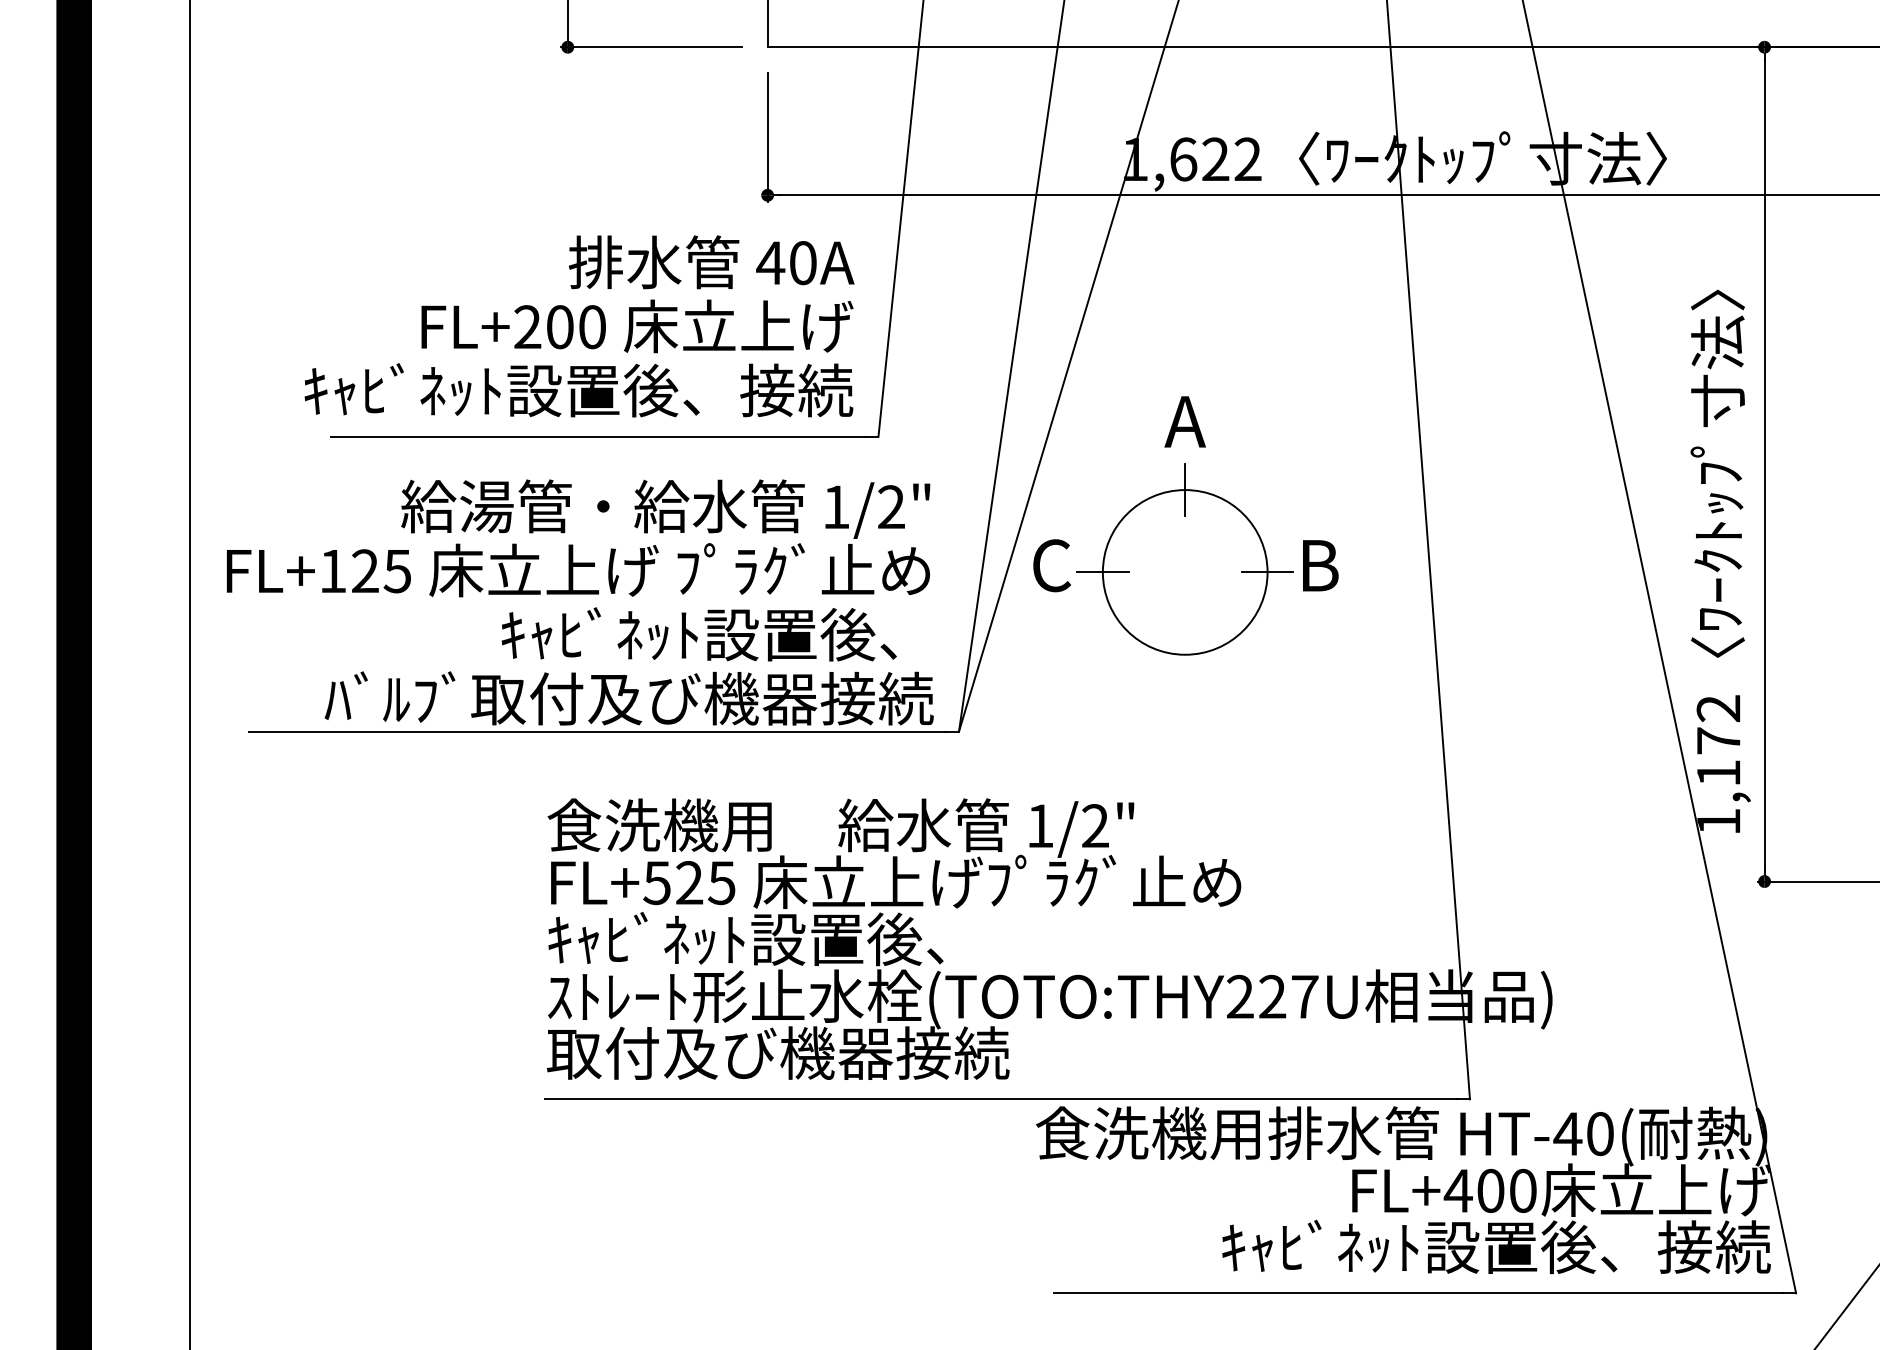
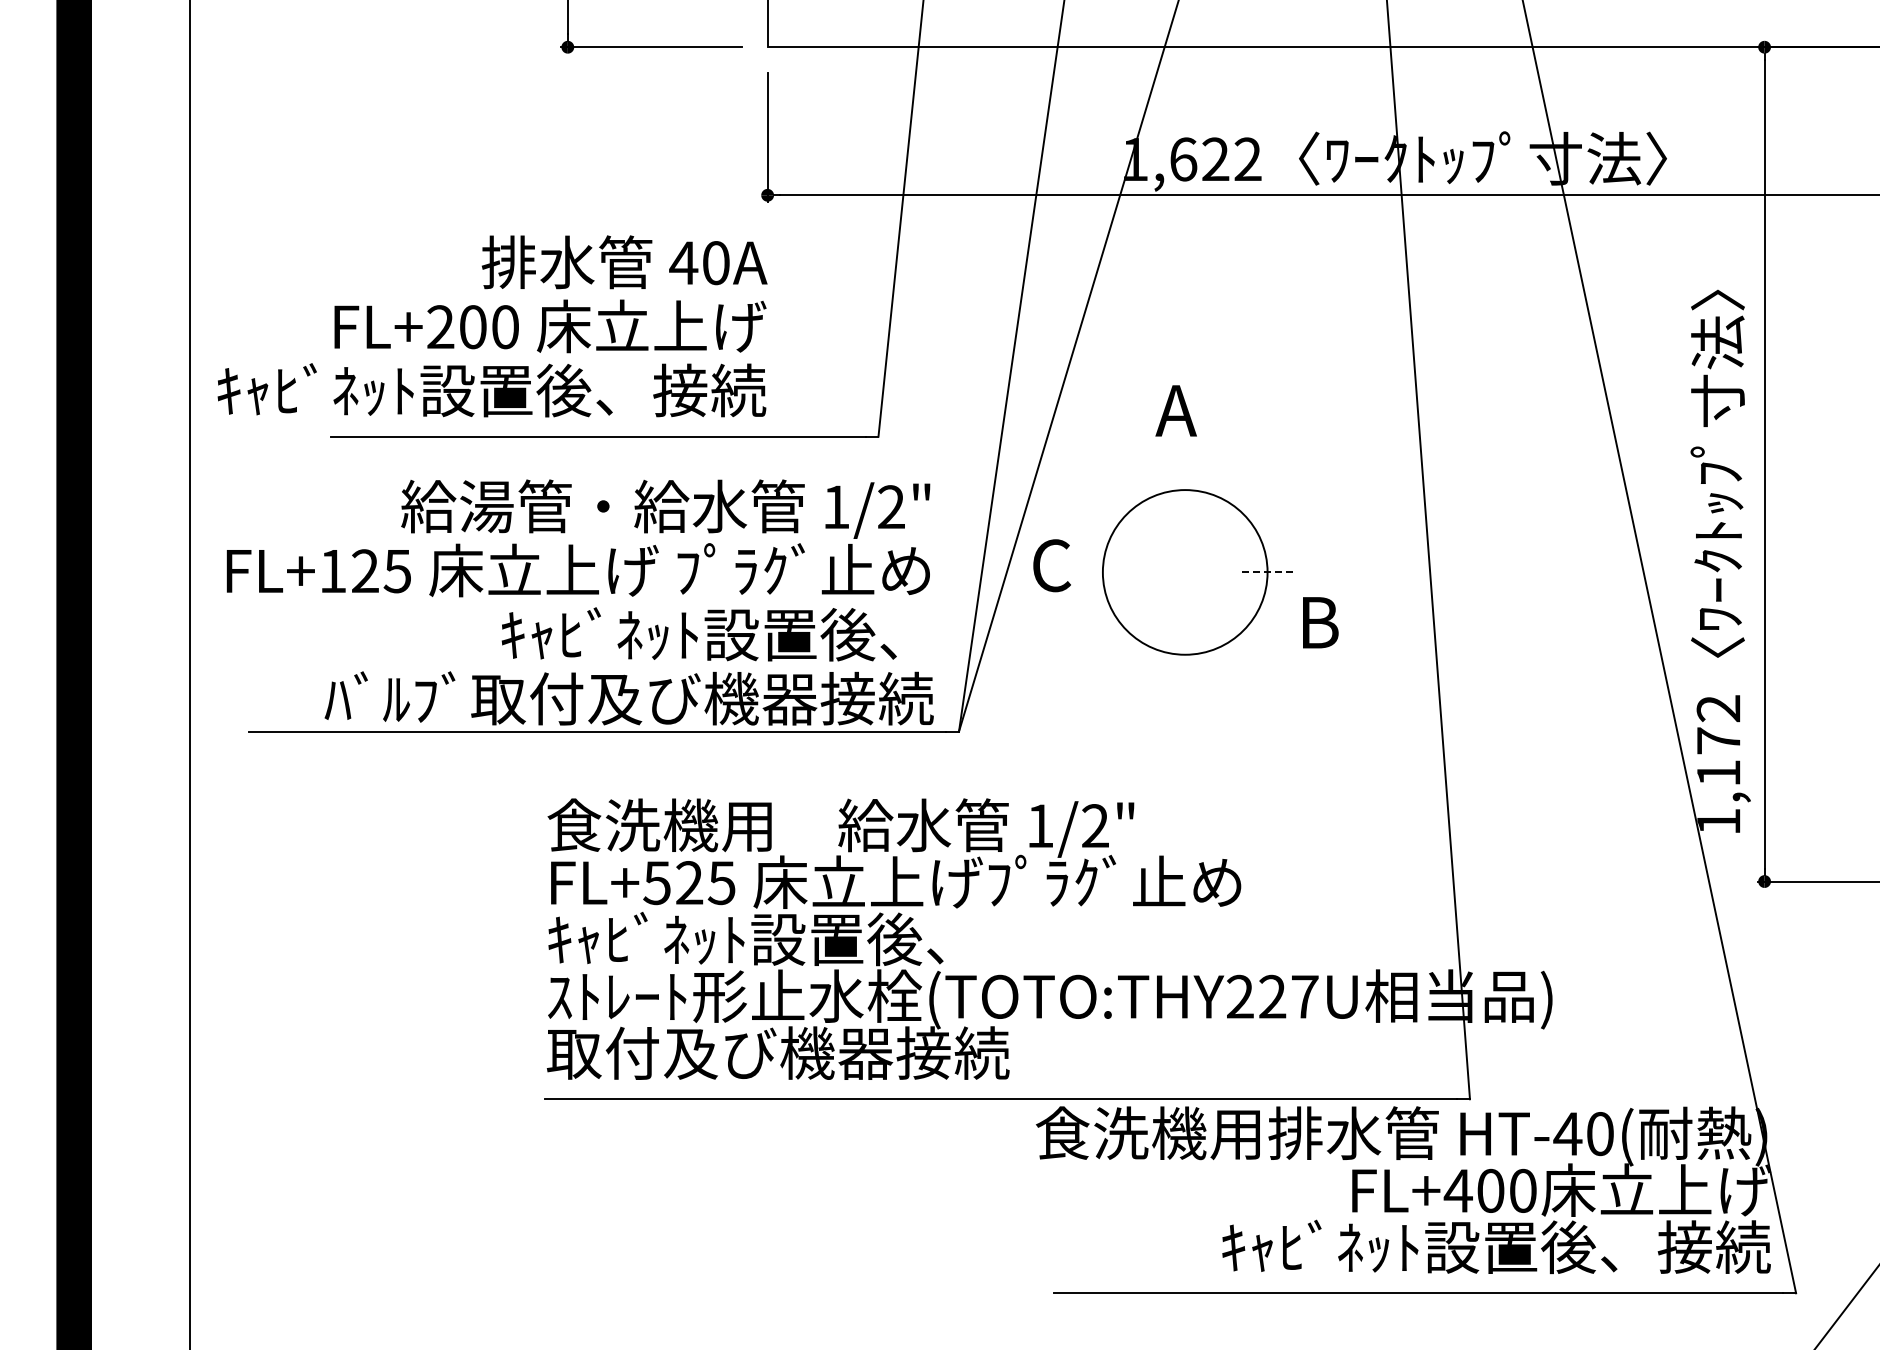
text at (579, 326) position: (579, 326) -> (492, 326)
text at (1184, 421) position: (1184, 421) -> (1175, 410)
line at (1185, 489): present -> none
text at (1320, 565) position: (1320, 565) -> (1320, 622)
line at (1102, 572): present -> none
line at (1267, 572): solid -> dashed
